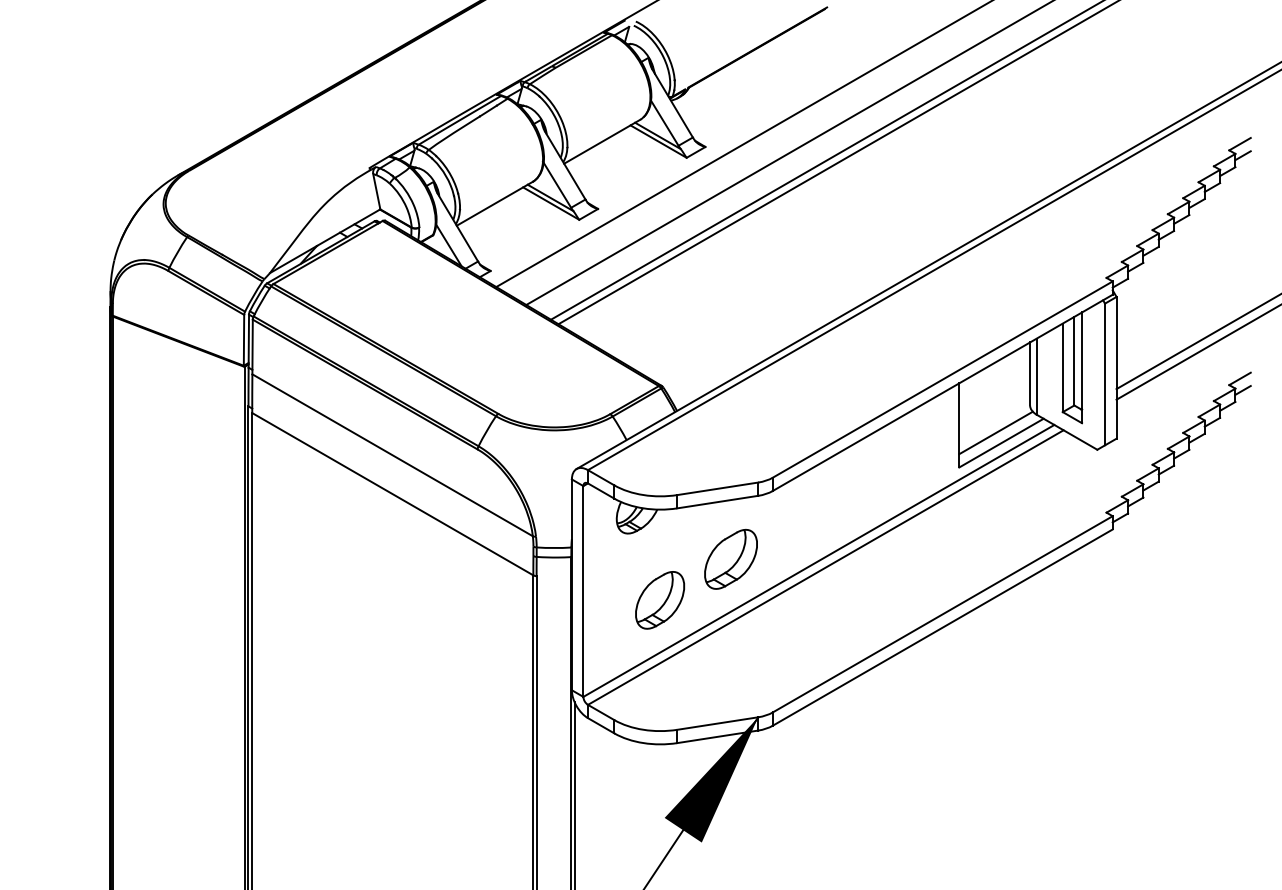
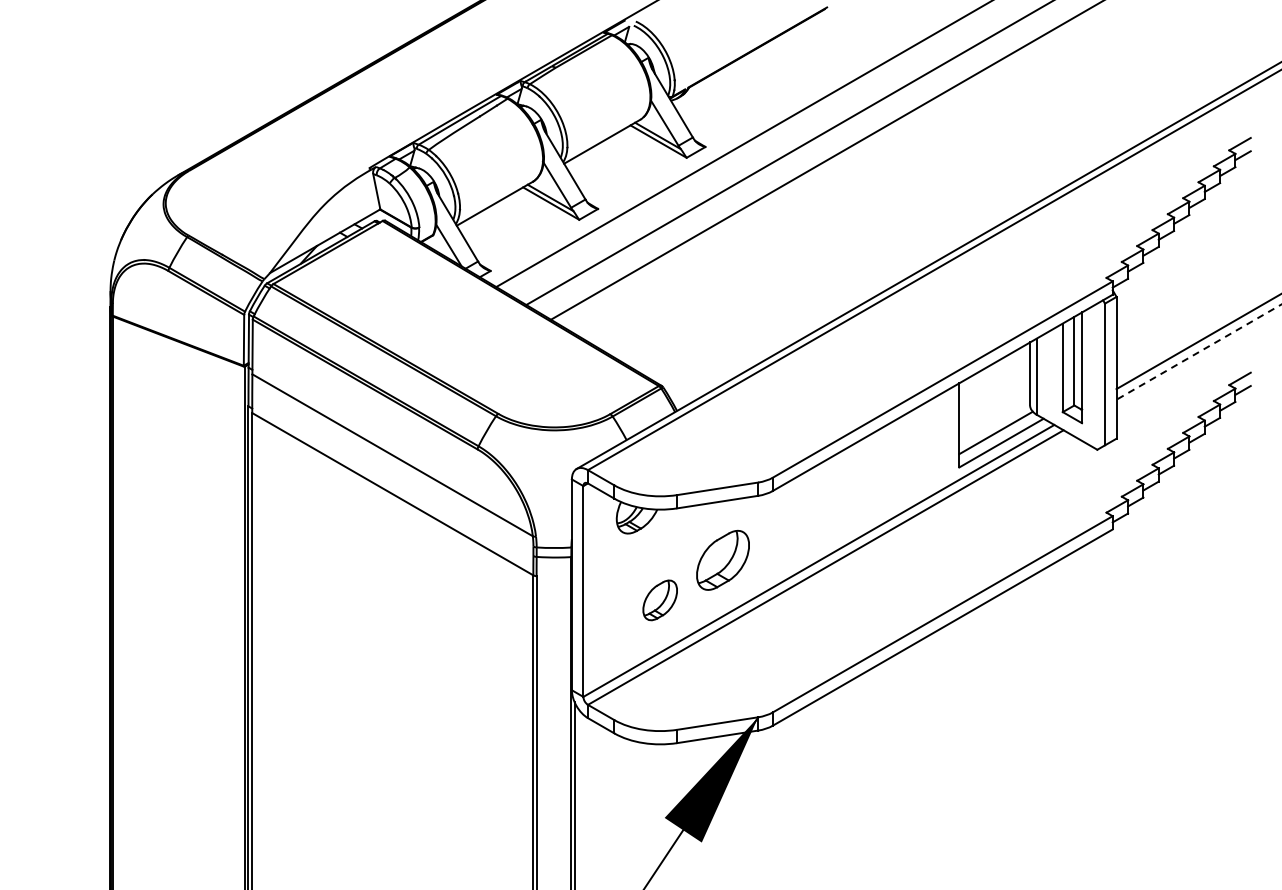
line at (837, 163): present -> none
line at (1198, 352): solid -> dashed
part at (730, 558) position: (730, 558) -> (722, 559)
part at (660, 600) size: 51x59 px -> 36x43 px
